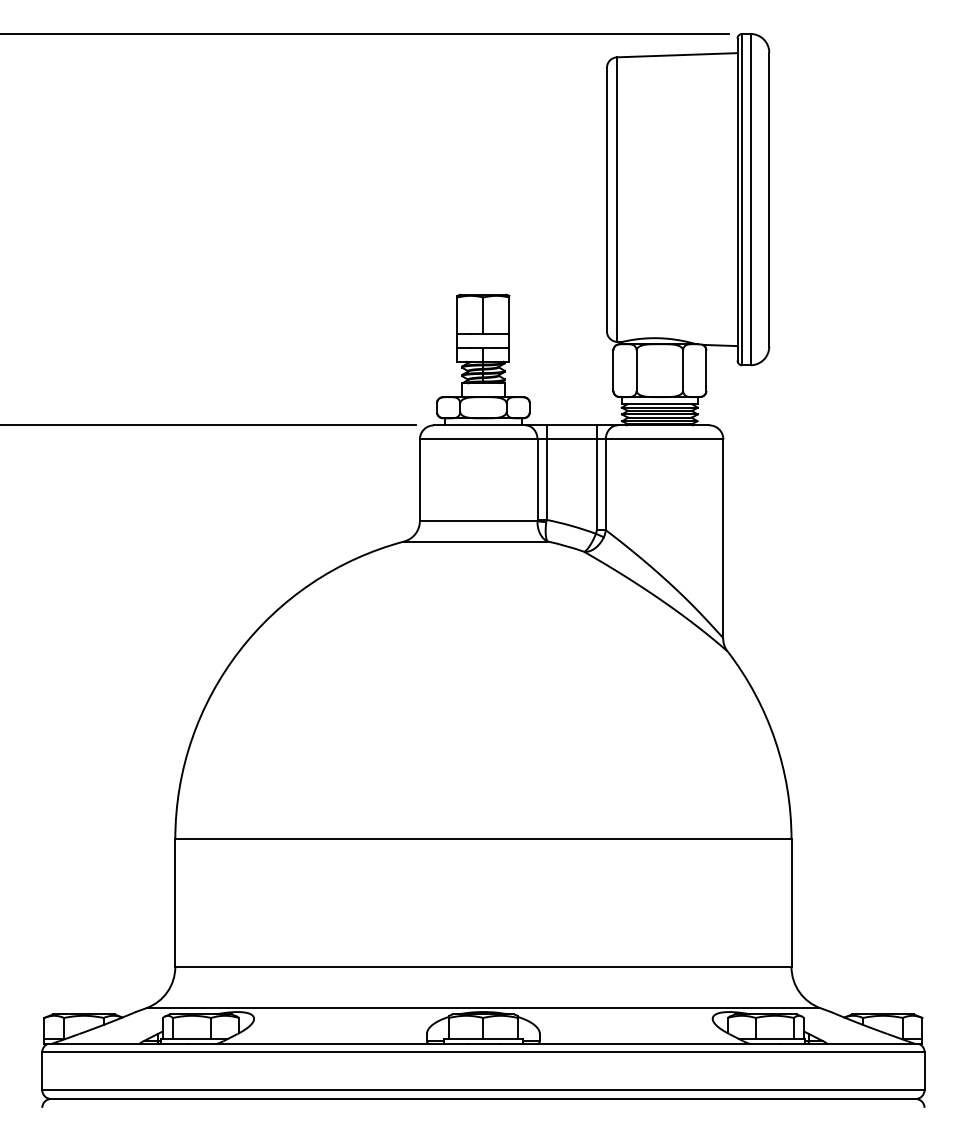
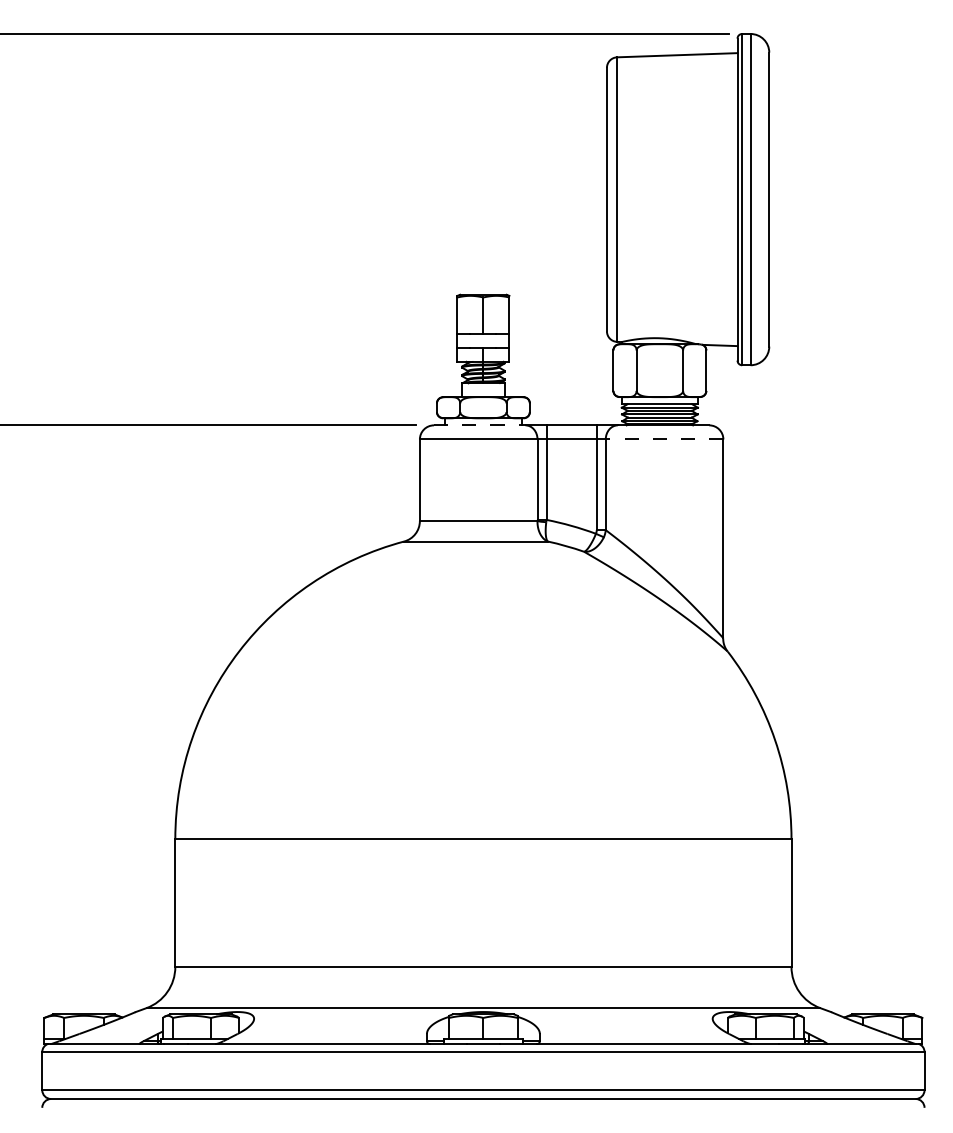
line at (479, 425): solid -> dashed
line at (664, 439): solid -> dashed
